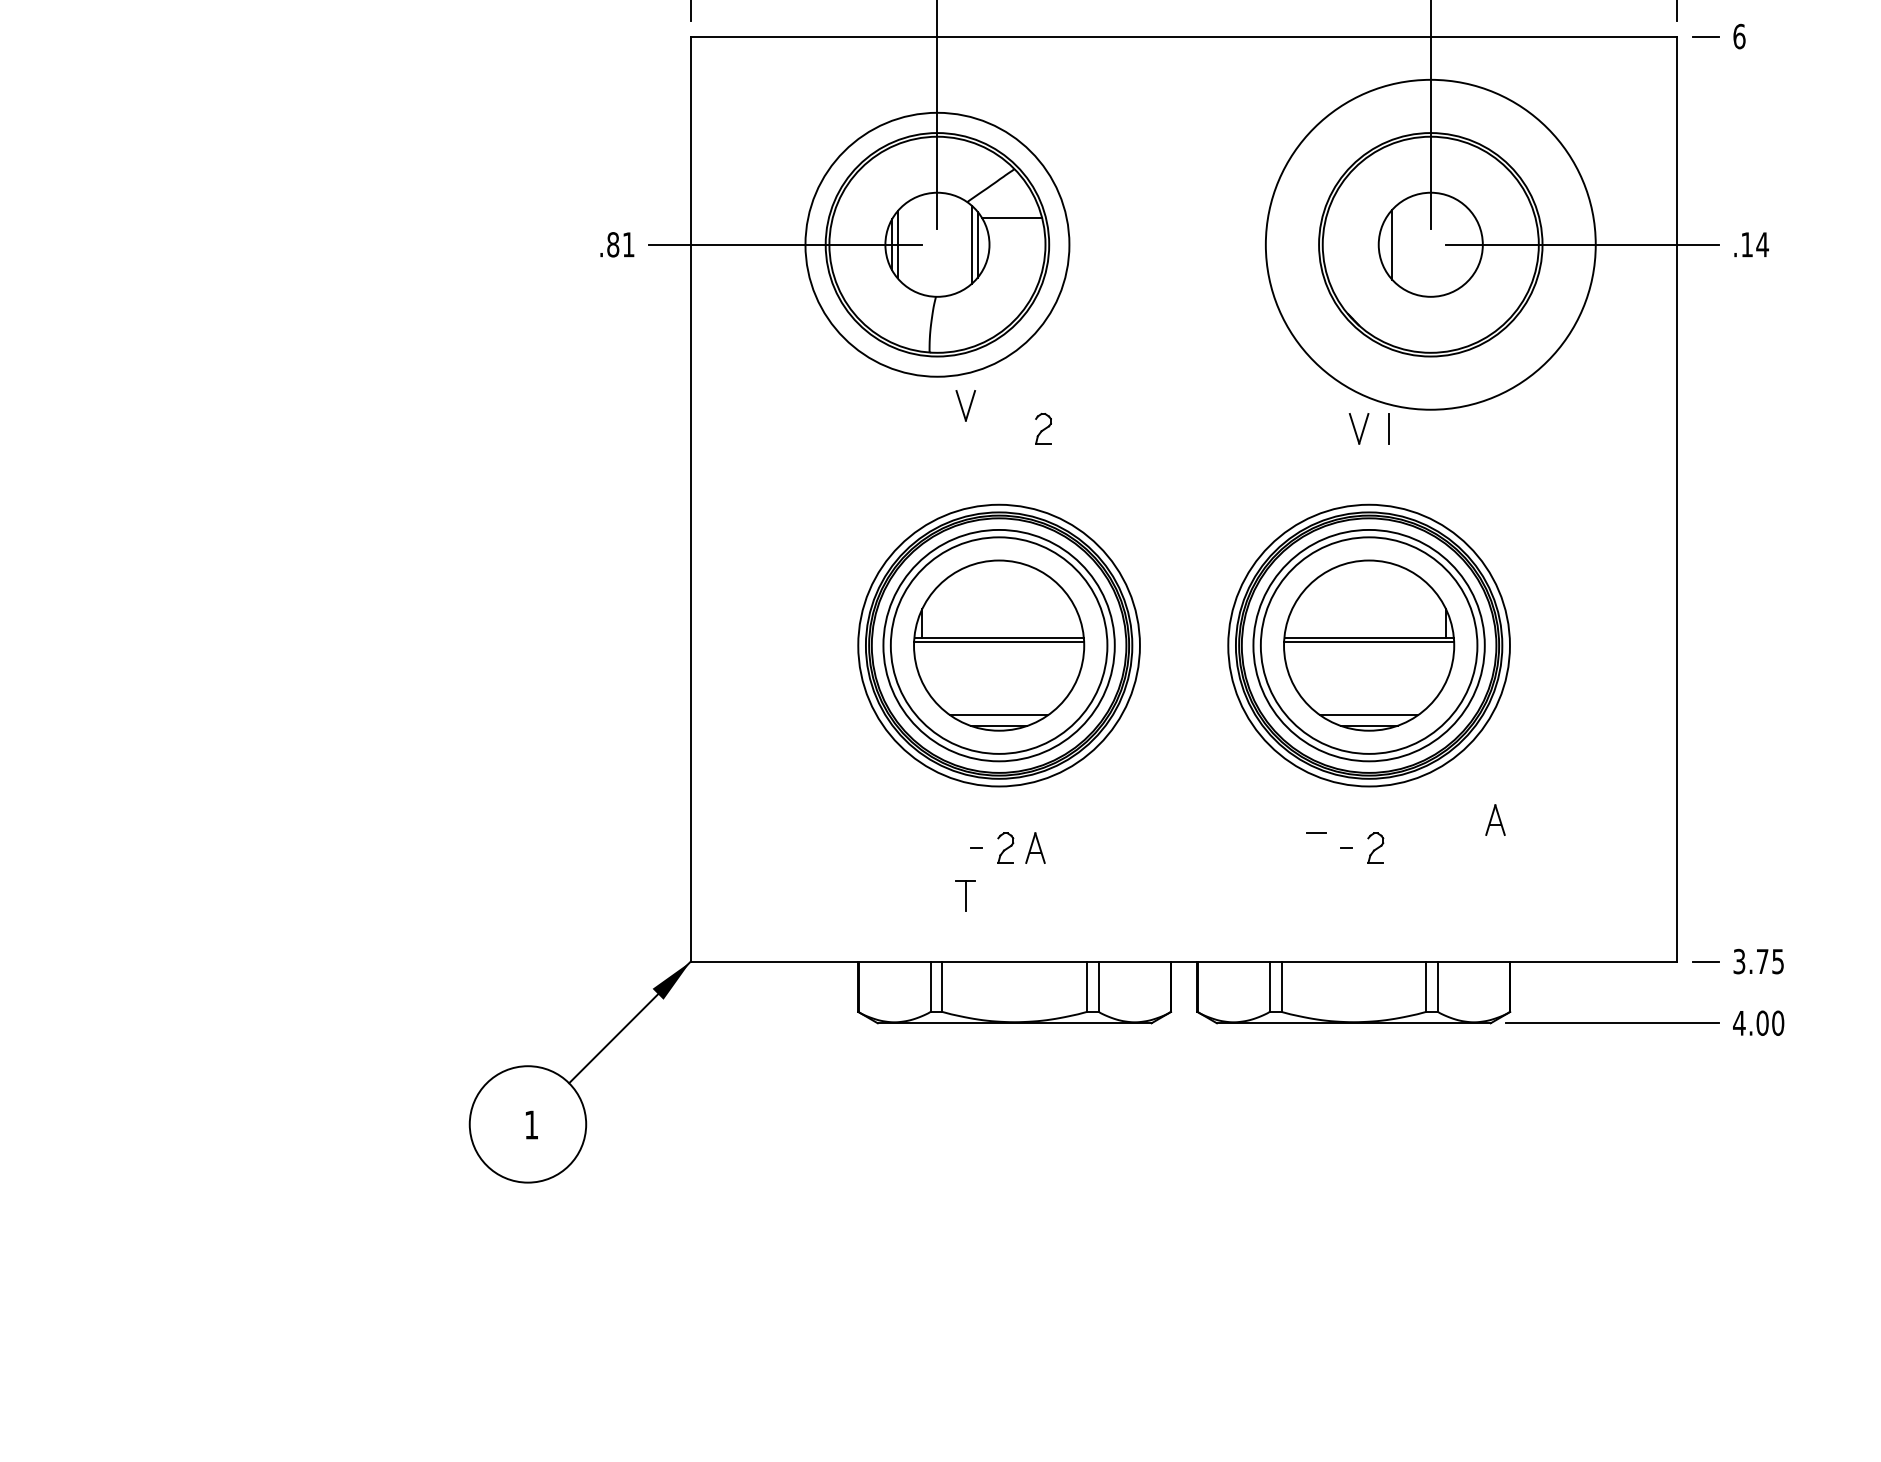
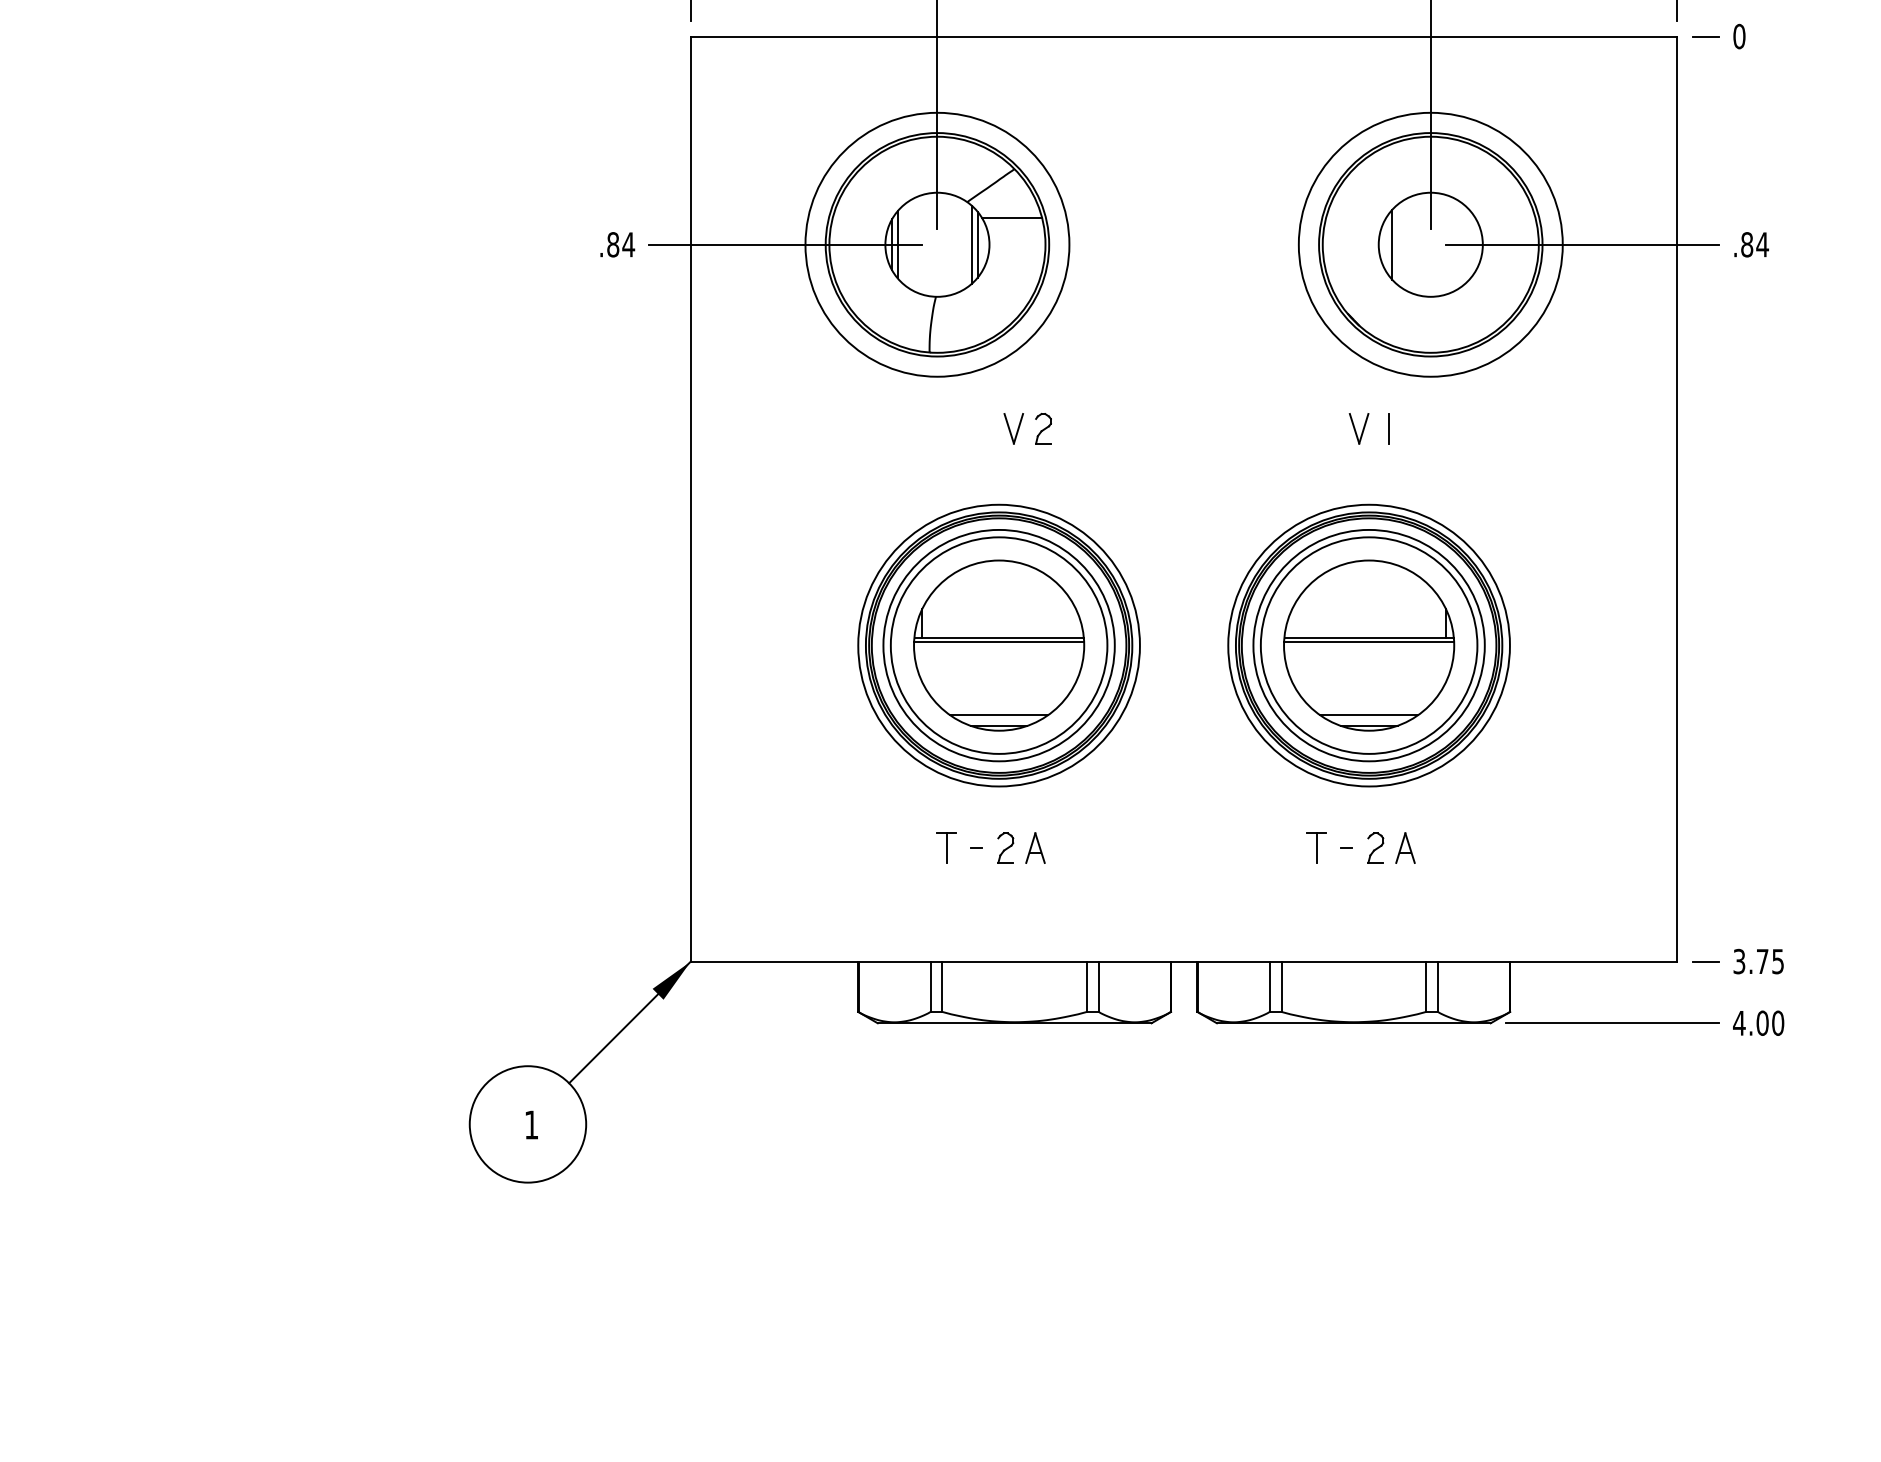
text at (1739, 35): 6 -> 0
text at (628, 244): .81 -> .84
circle at (1430, 244) diameter: 330 px -> 264 px
text at (1747, 244): .14 -> .84
part at (965, 405) position: (965, 405) -> (1013, 428)
part at (1495, 819) position: (1495, 819) -> (1405, 847)
line at (1316, 847): none -> present
part at (965, 895) position: (965, 895) -> (946, 847)
